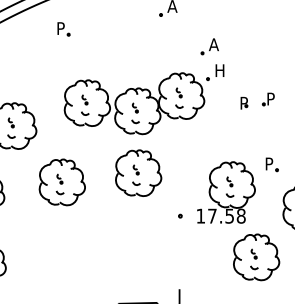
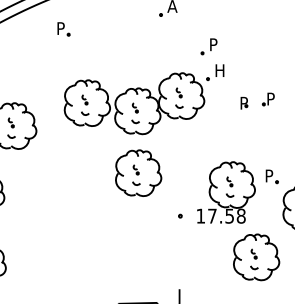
text at (213, 44): A -> P
part at (271, 164) position: (271, 164) -> (271, 176)
part at (61, 182): present -> none
